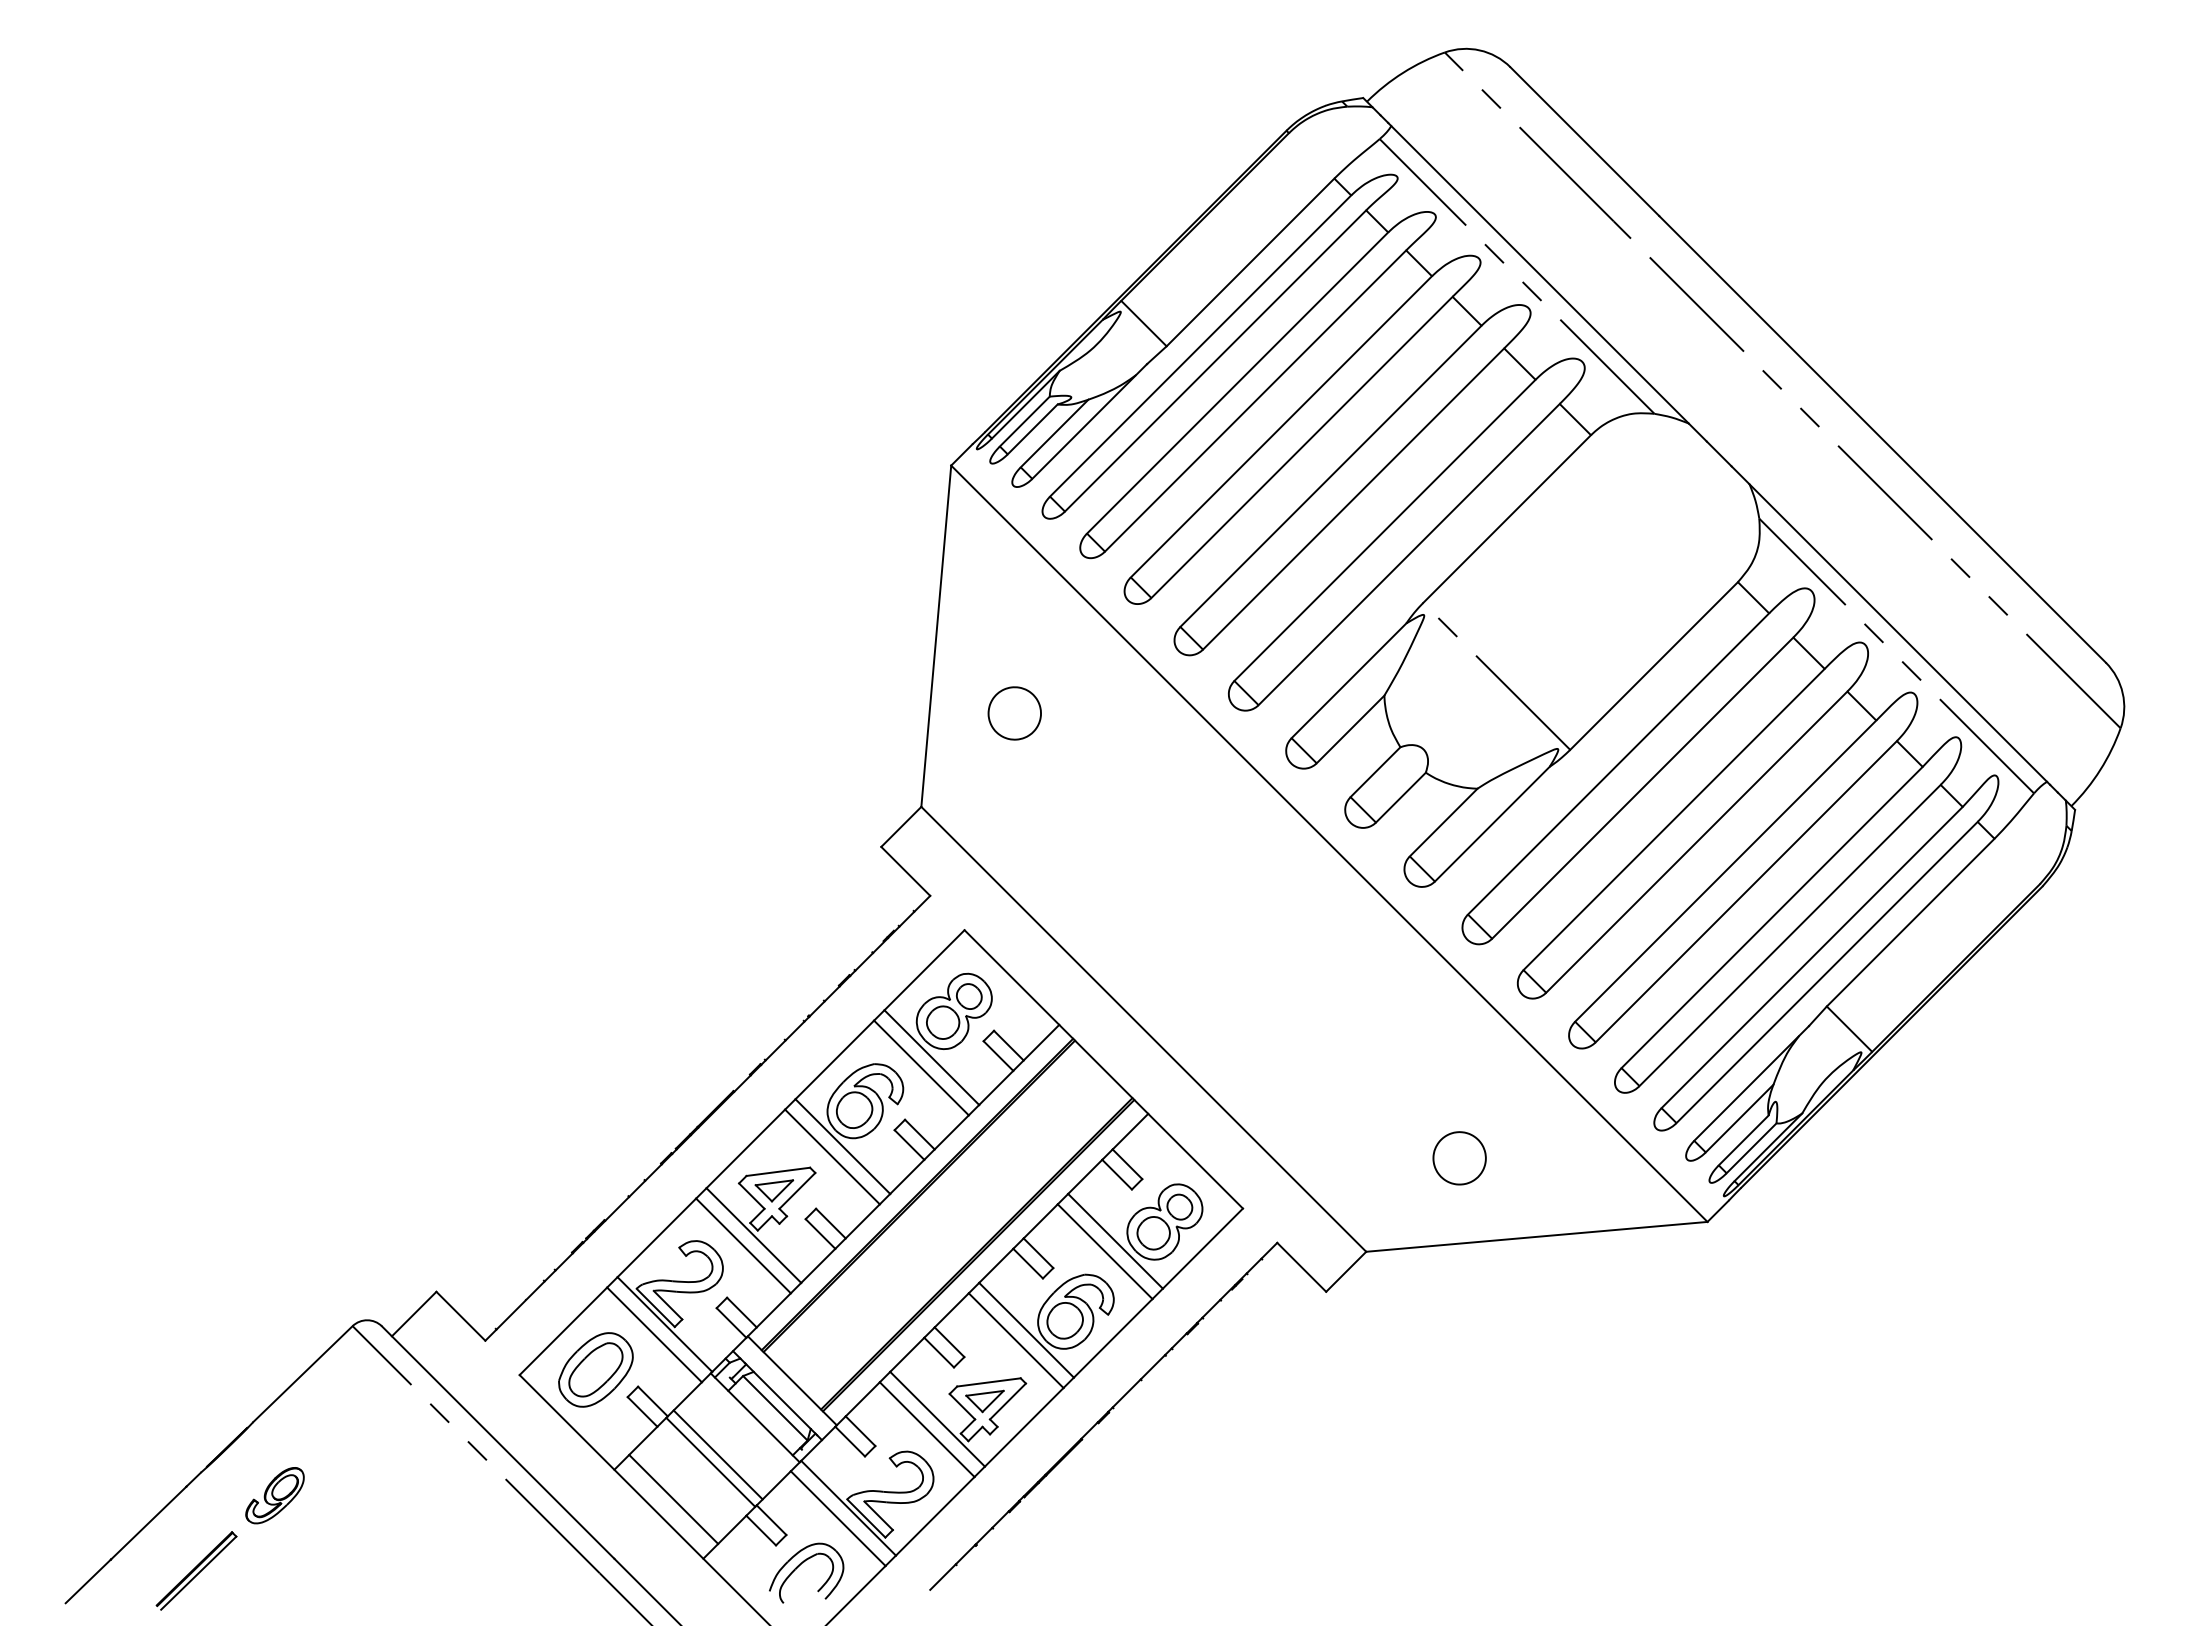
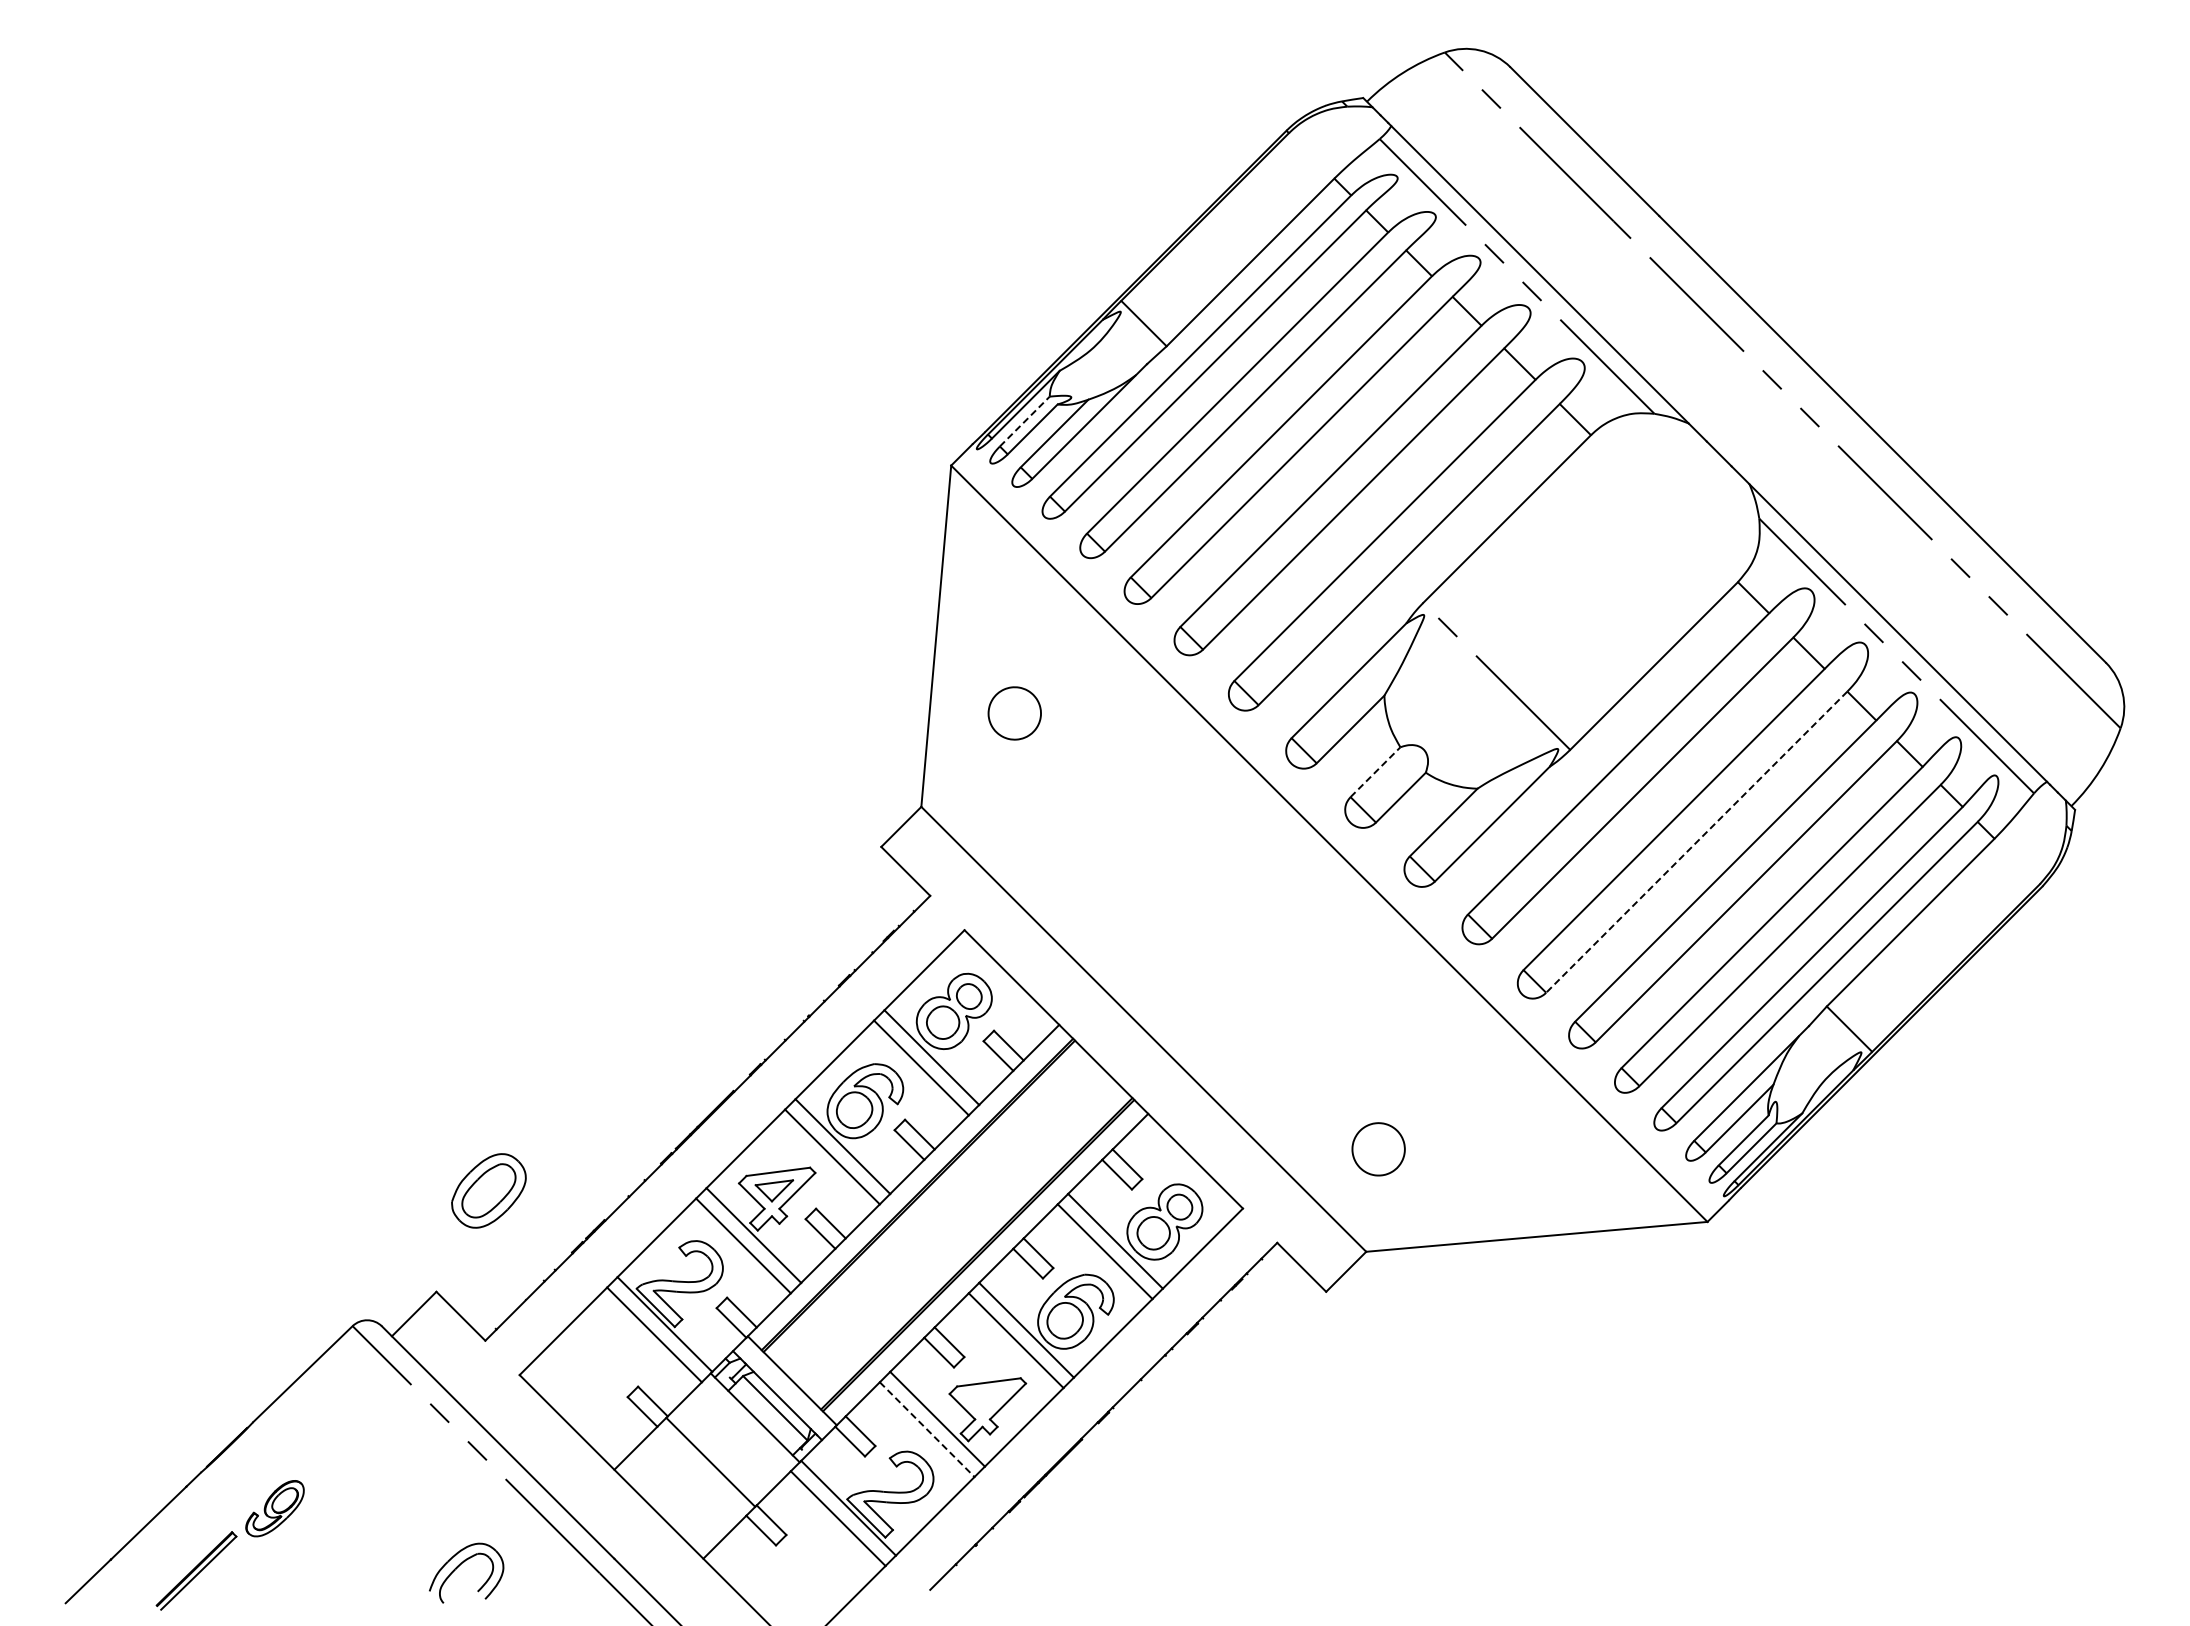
line at (1025, 421): solid -> dashed
line at (1375, 771): solid -> dashed
line at (1696, 842): solid -> dashed
part at (1459, 1158) position: (1459, 1158) -> (1378, 1149)
part at (595, 1369) position: (595, 1369) -> (488, 1190)
part at (984, 1401): present -> none
line at (927, 1429): solid -> dashed
line at (717, 1454): present -> none
part at (274, 1495) position: (274, 1495) -> (274, 1508)
line at (673, 1498): present -> none
part at (800, 1565) position: (800, 1565) -> (460, 1565)
